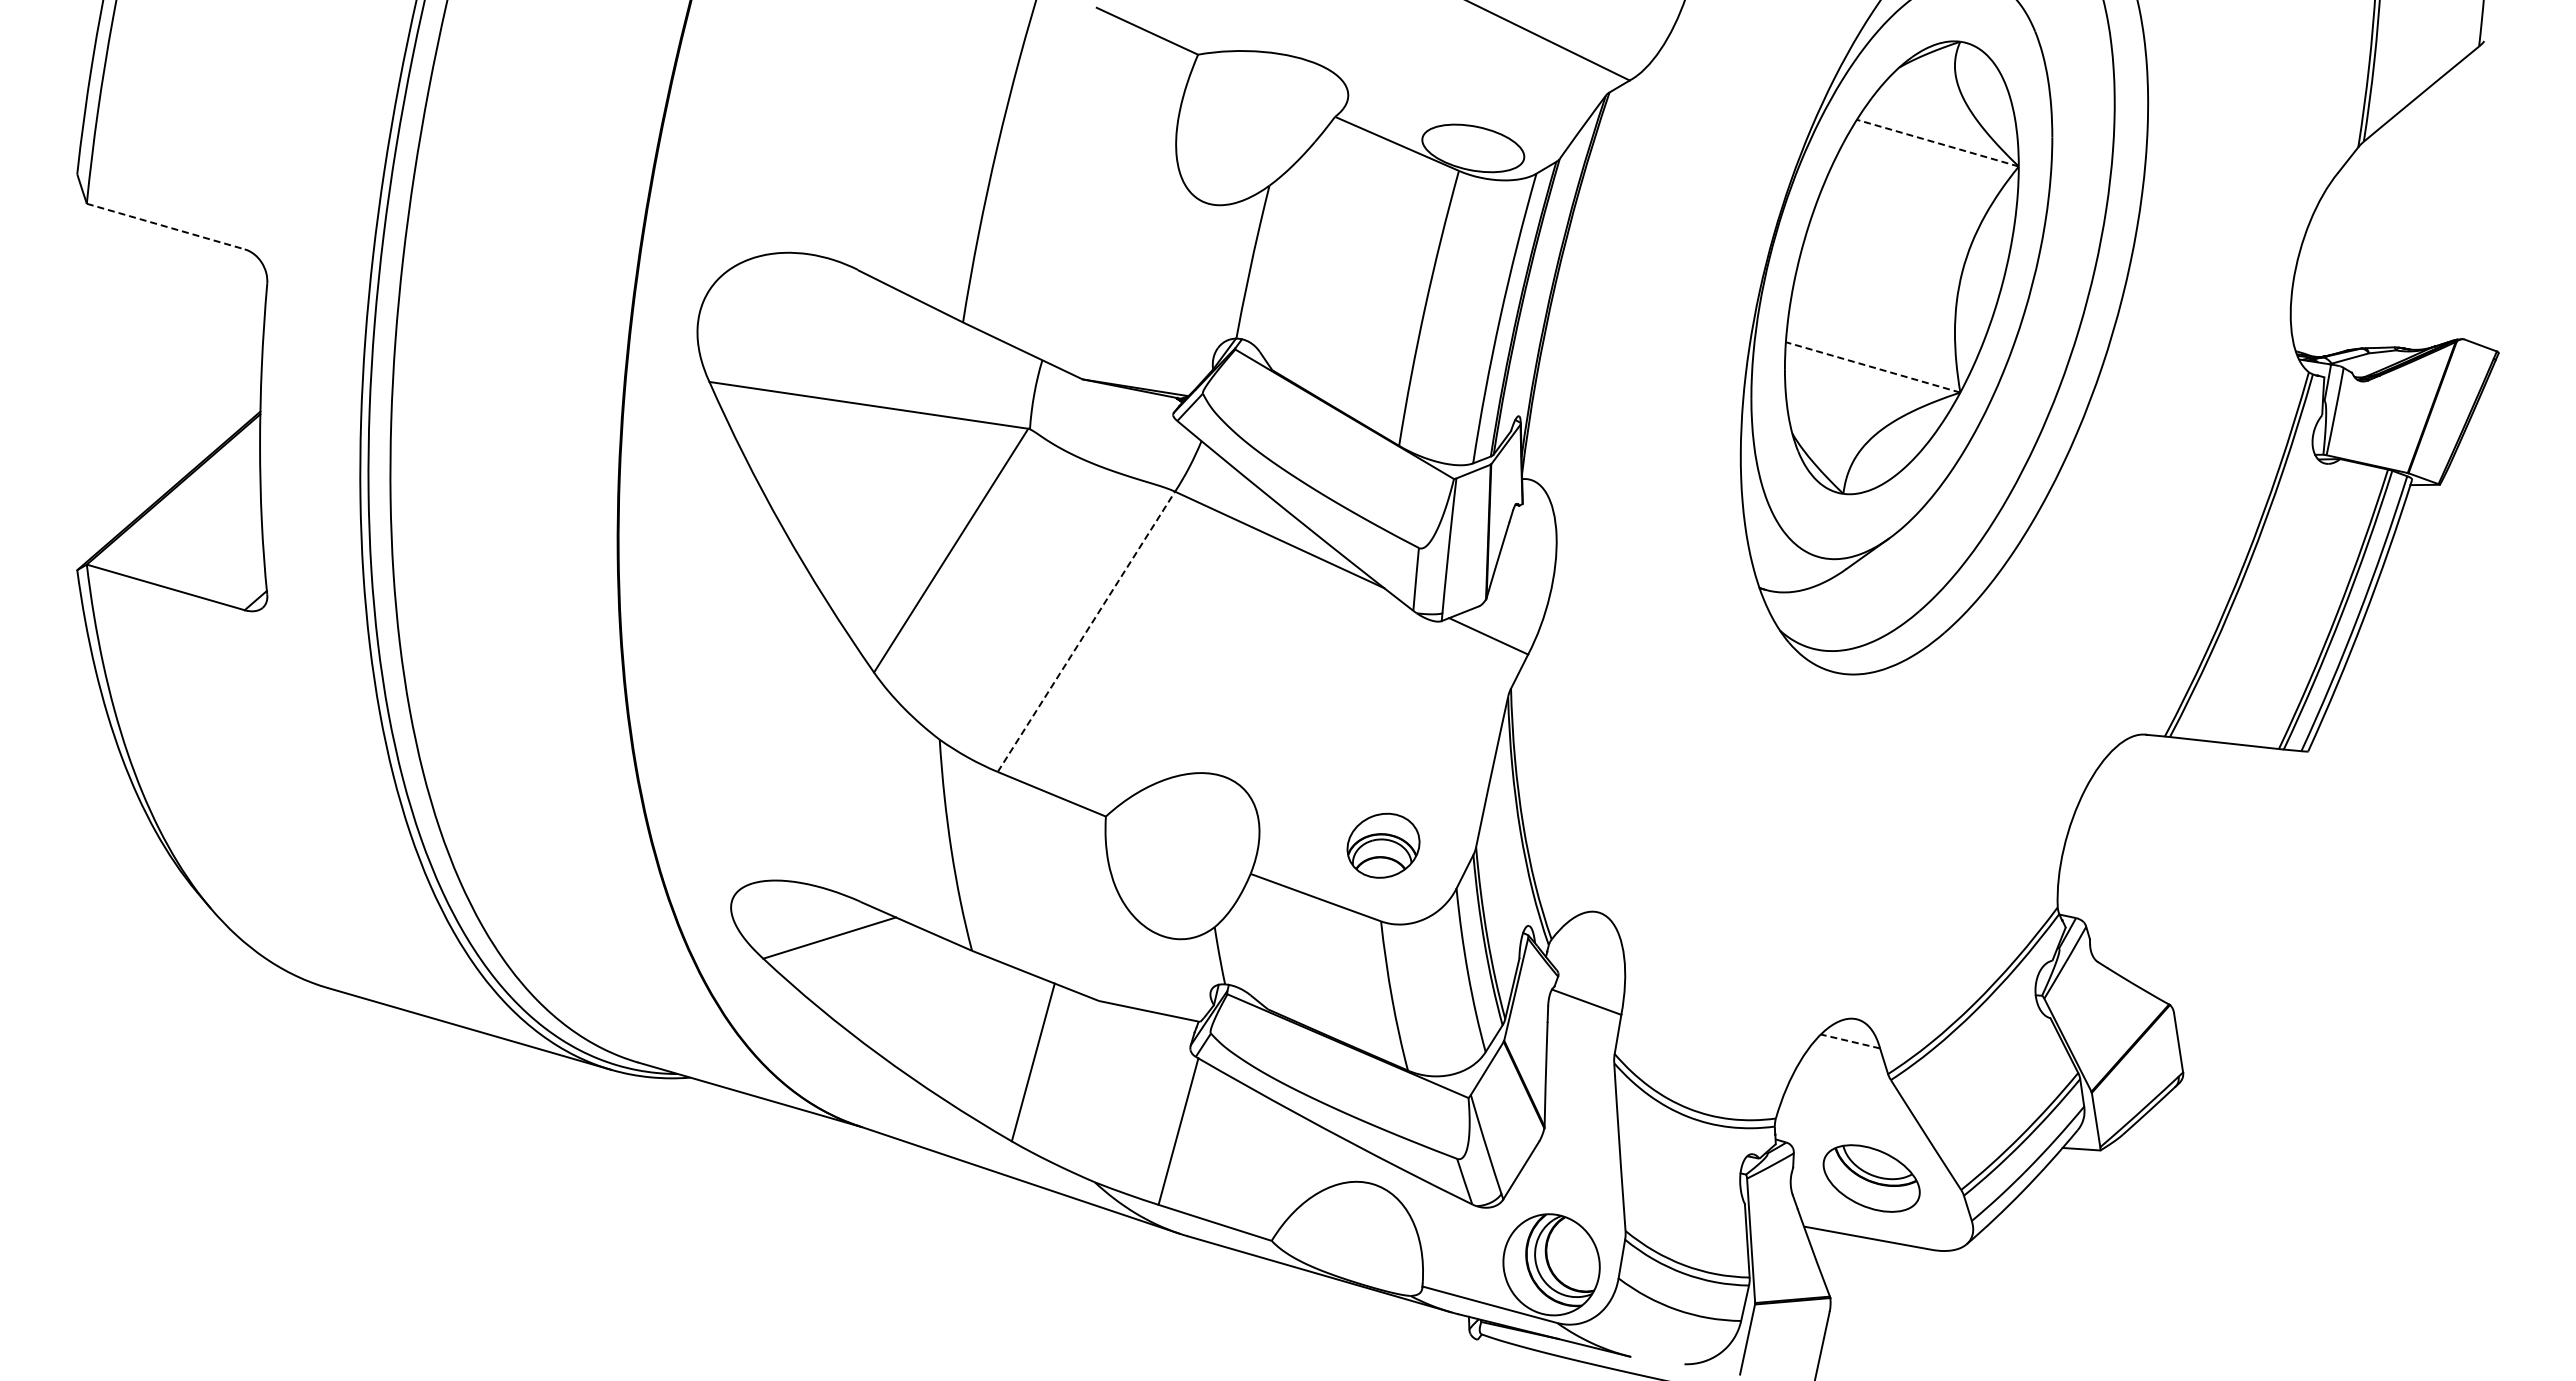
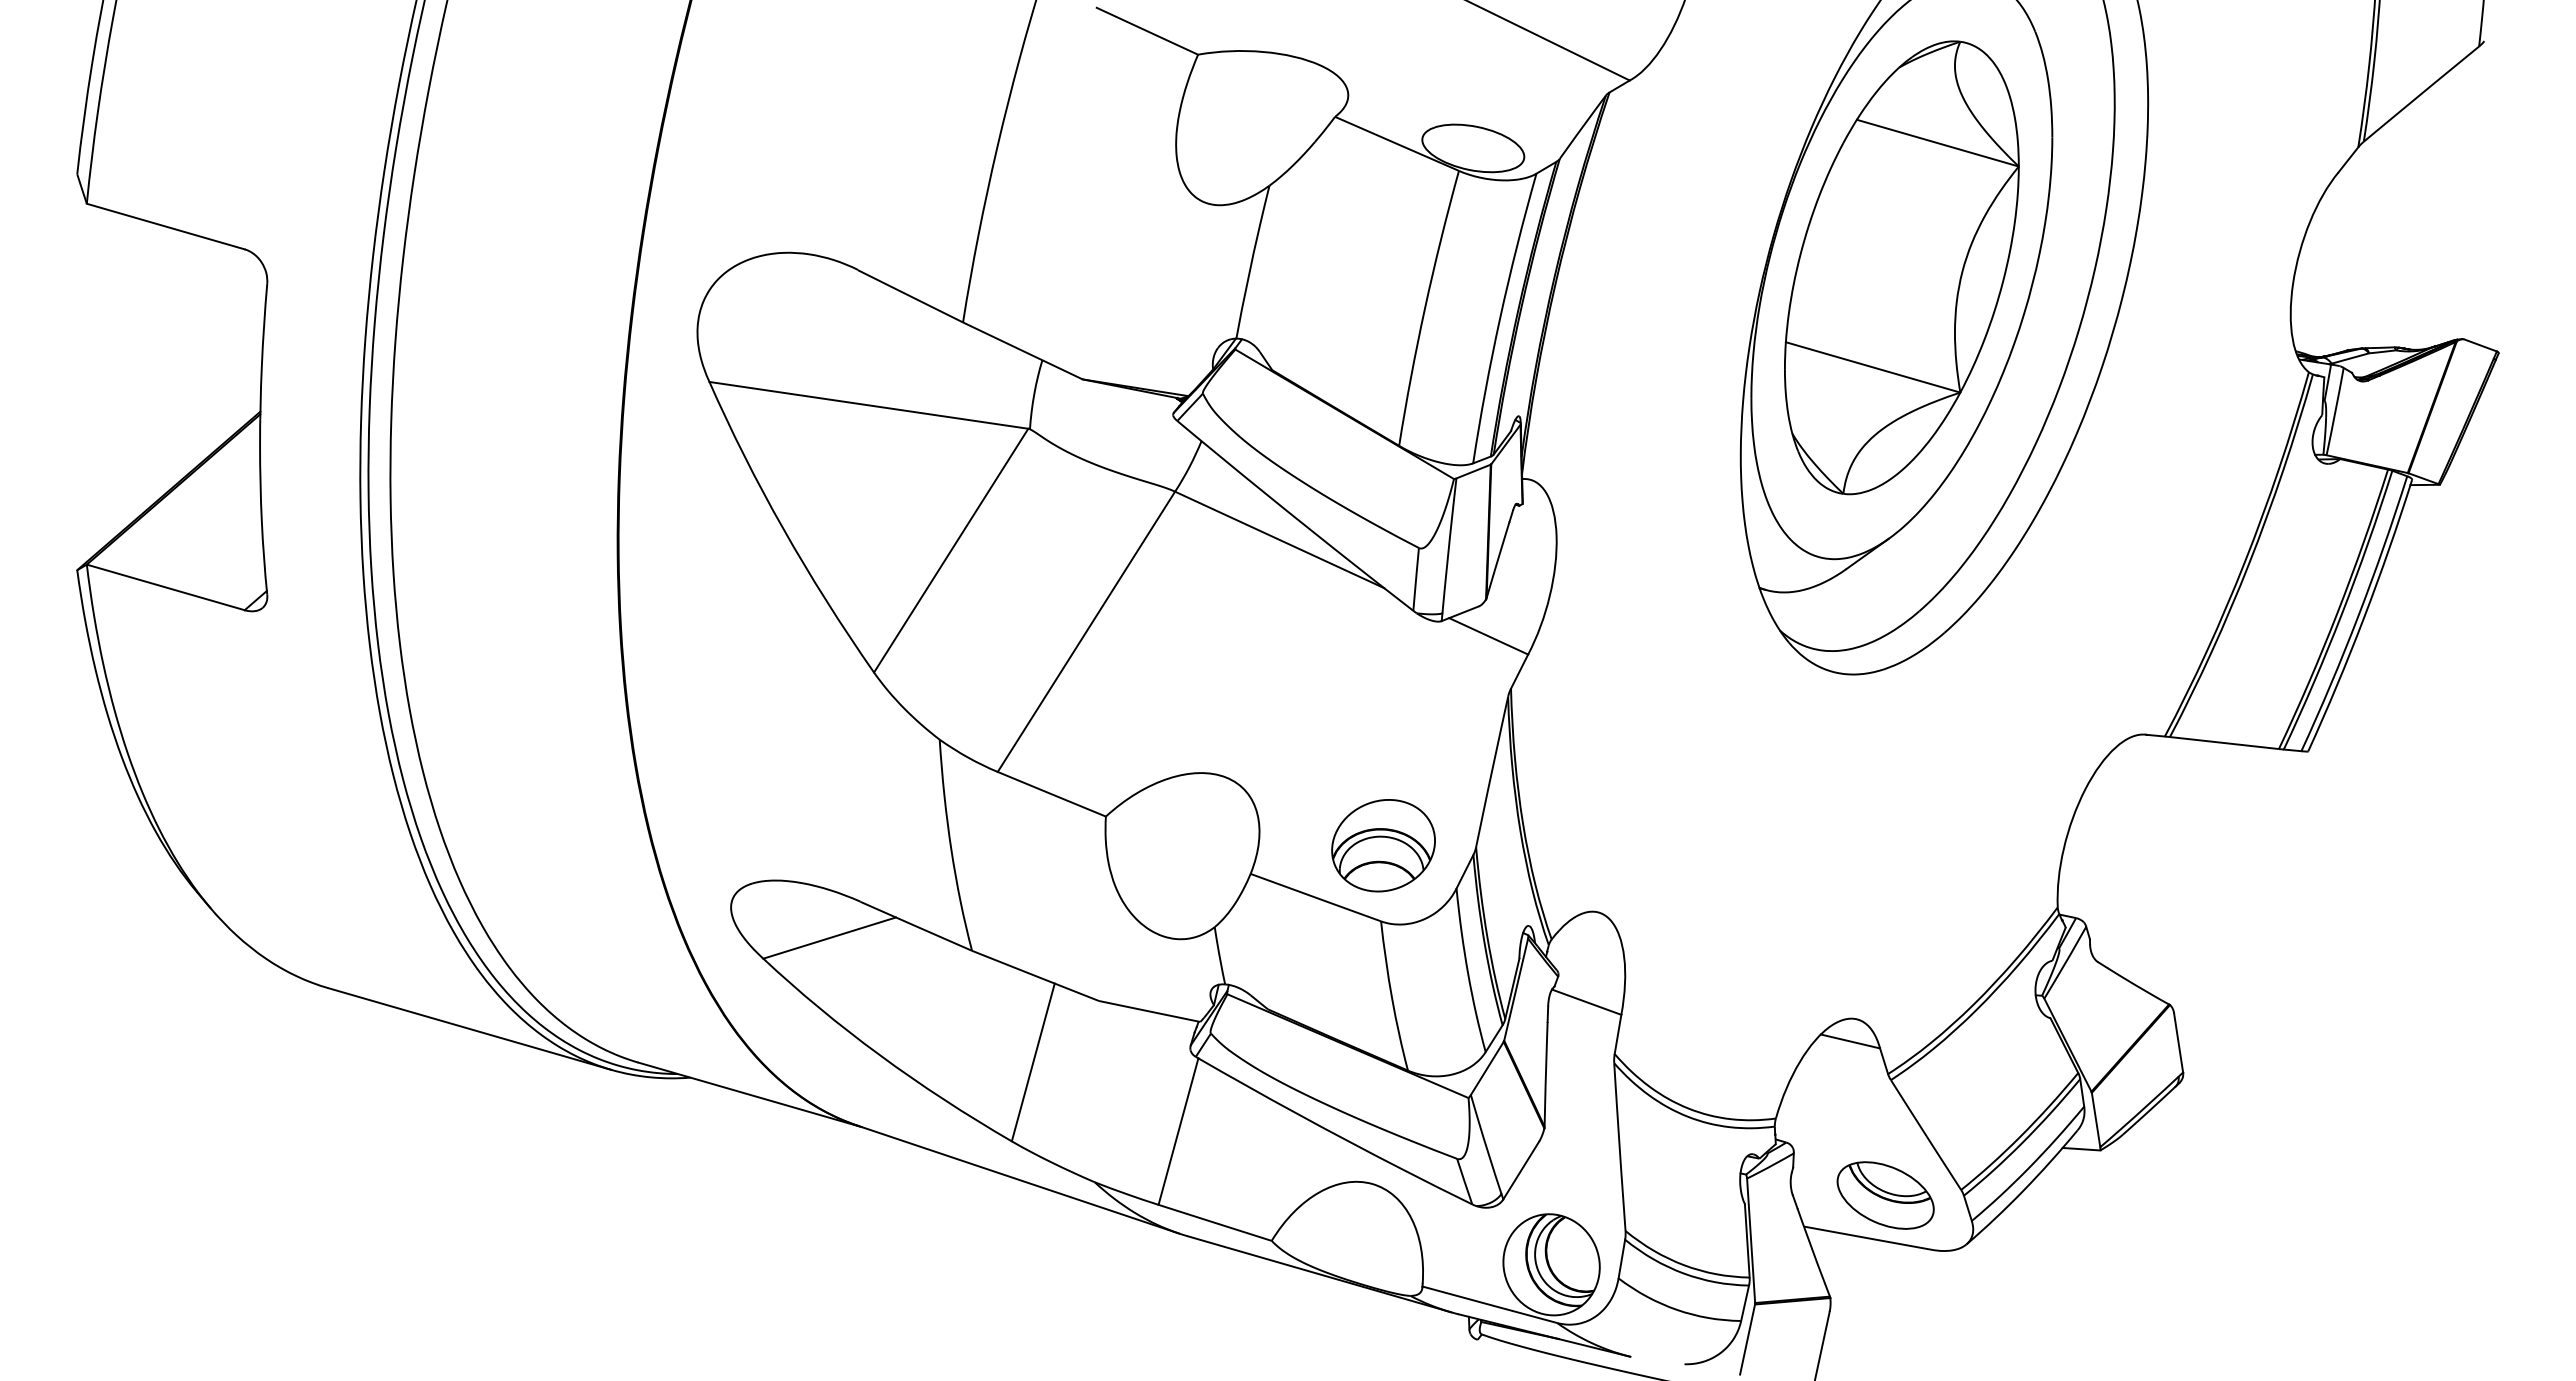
line at (1937, 143): dashed -> solid
line at (166, 226): dashed -> solid
line at (1873, 367): dashed -> solid
line at (1086, 631): dashed -> solid
part at (1383, 845) size: 75x67 px -> 105x94 px
line at (1849, 1041): dashed -> solid
part at (1871, 1178) position: (1871, 1178) -> (1885, 1195)
